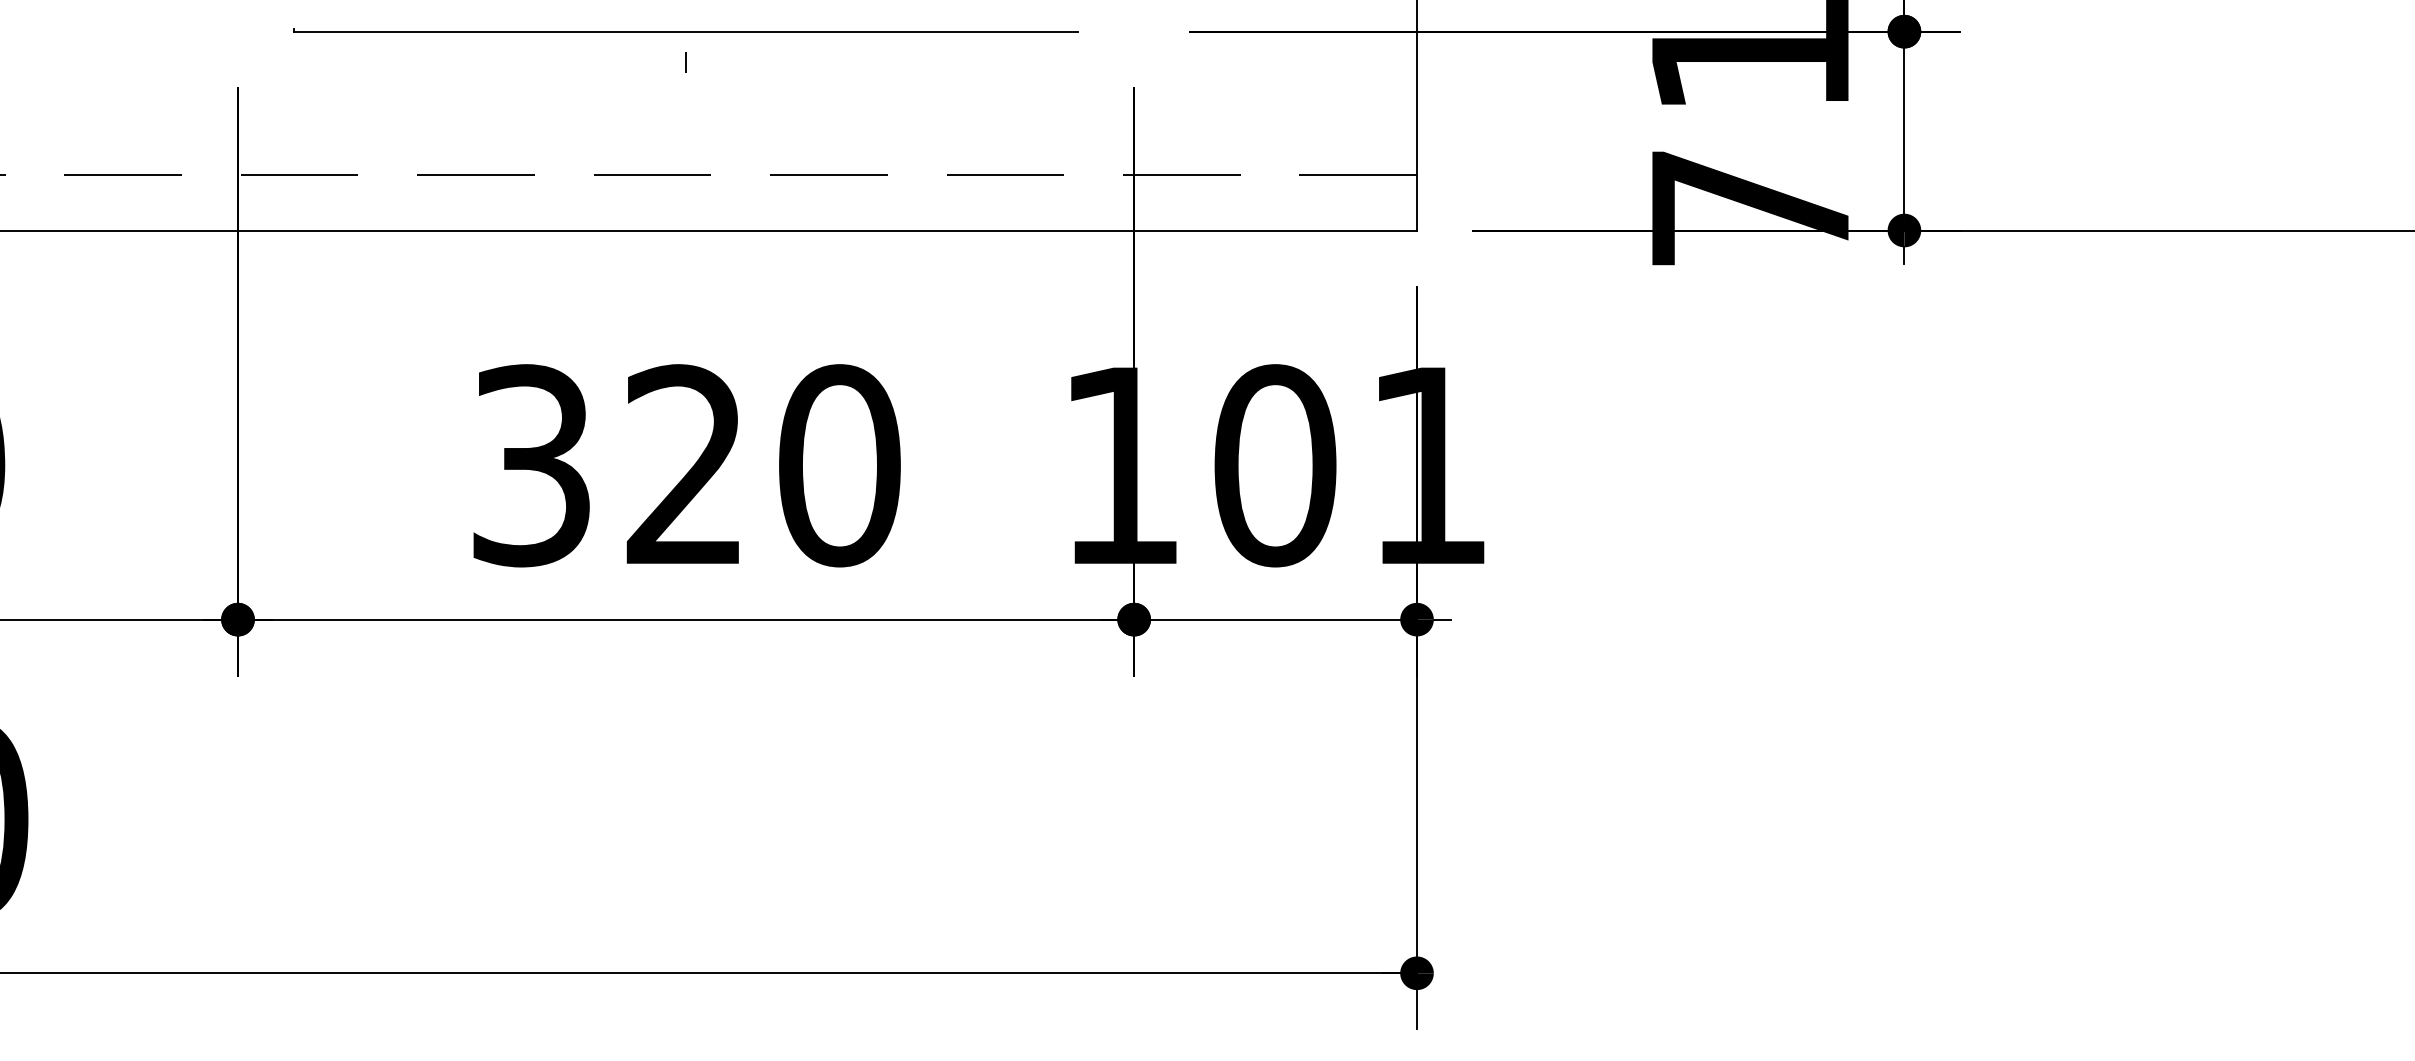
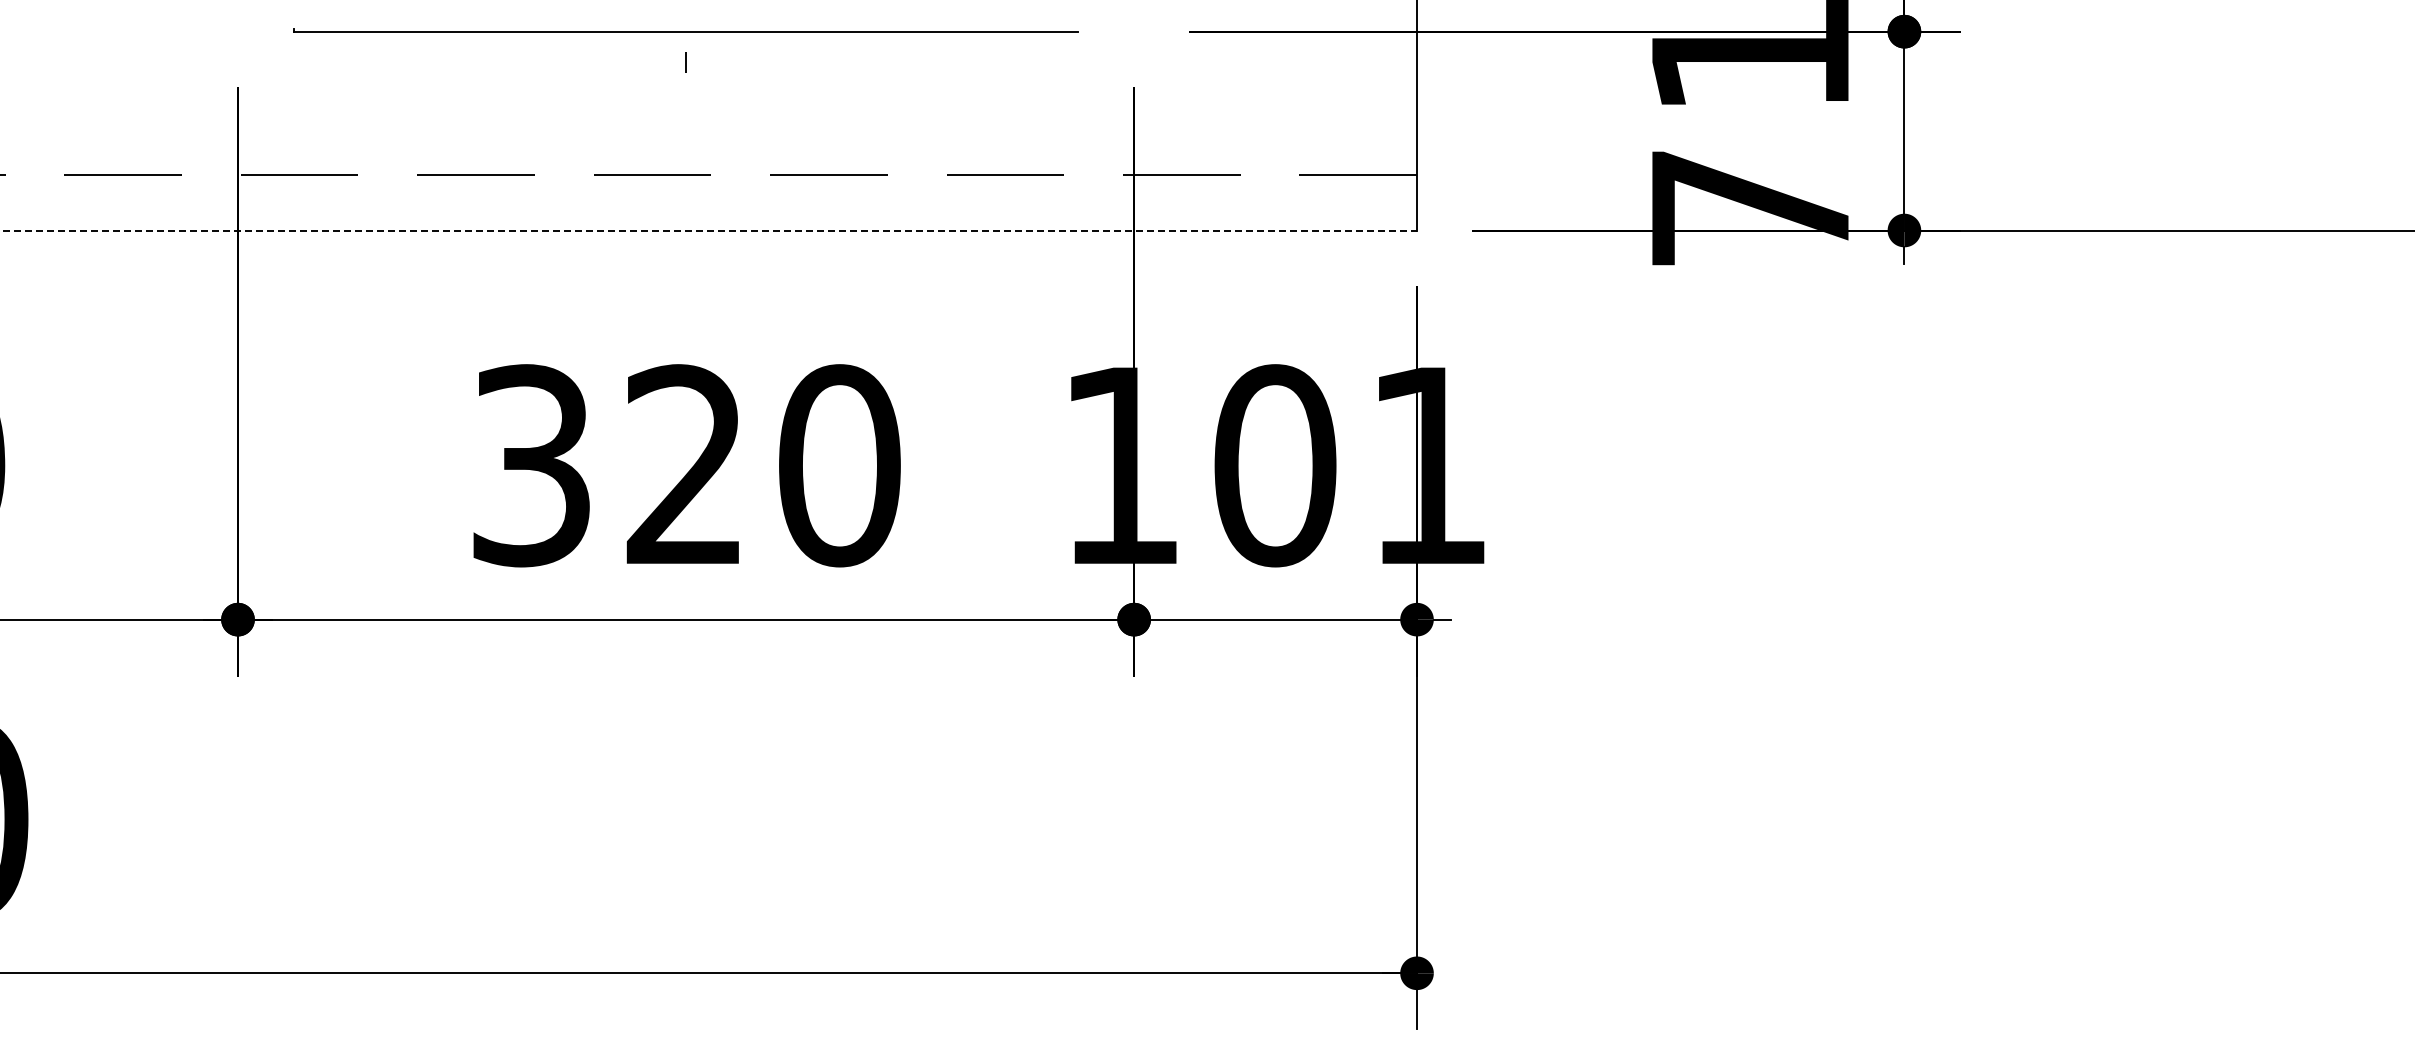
line at (709, 230): solid -> dashed
